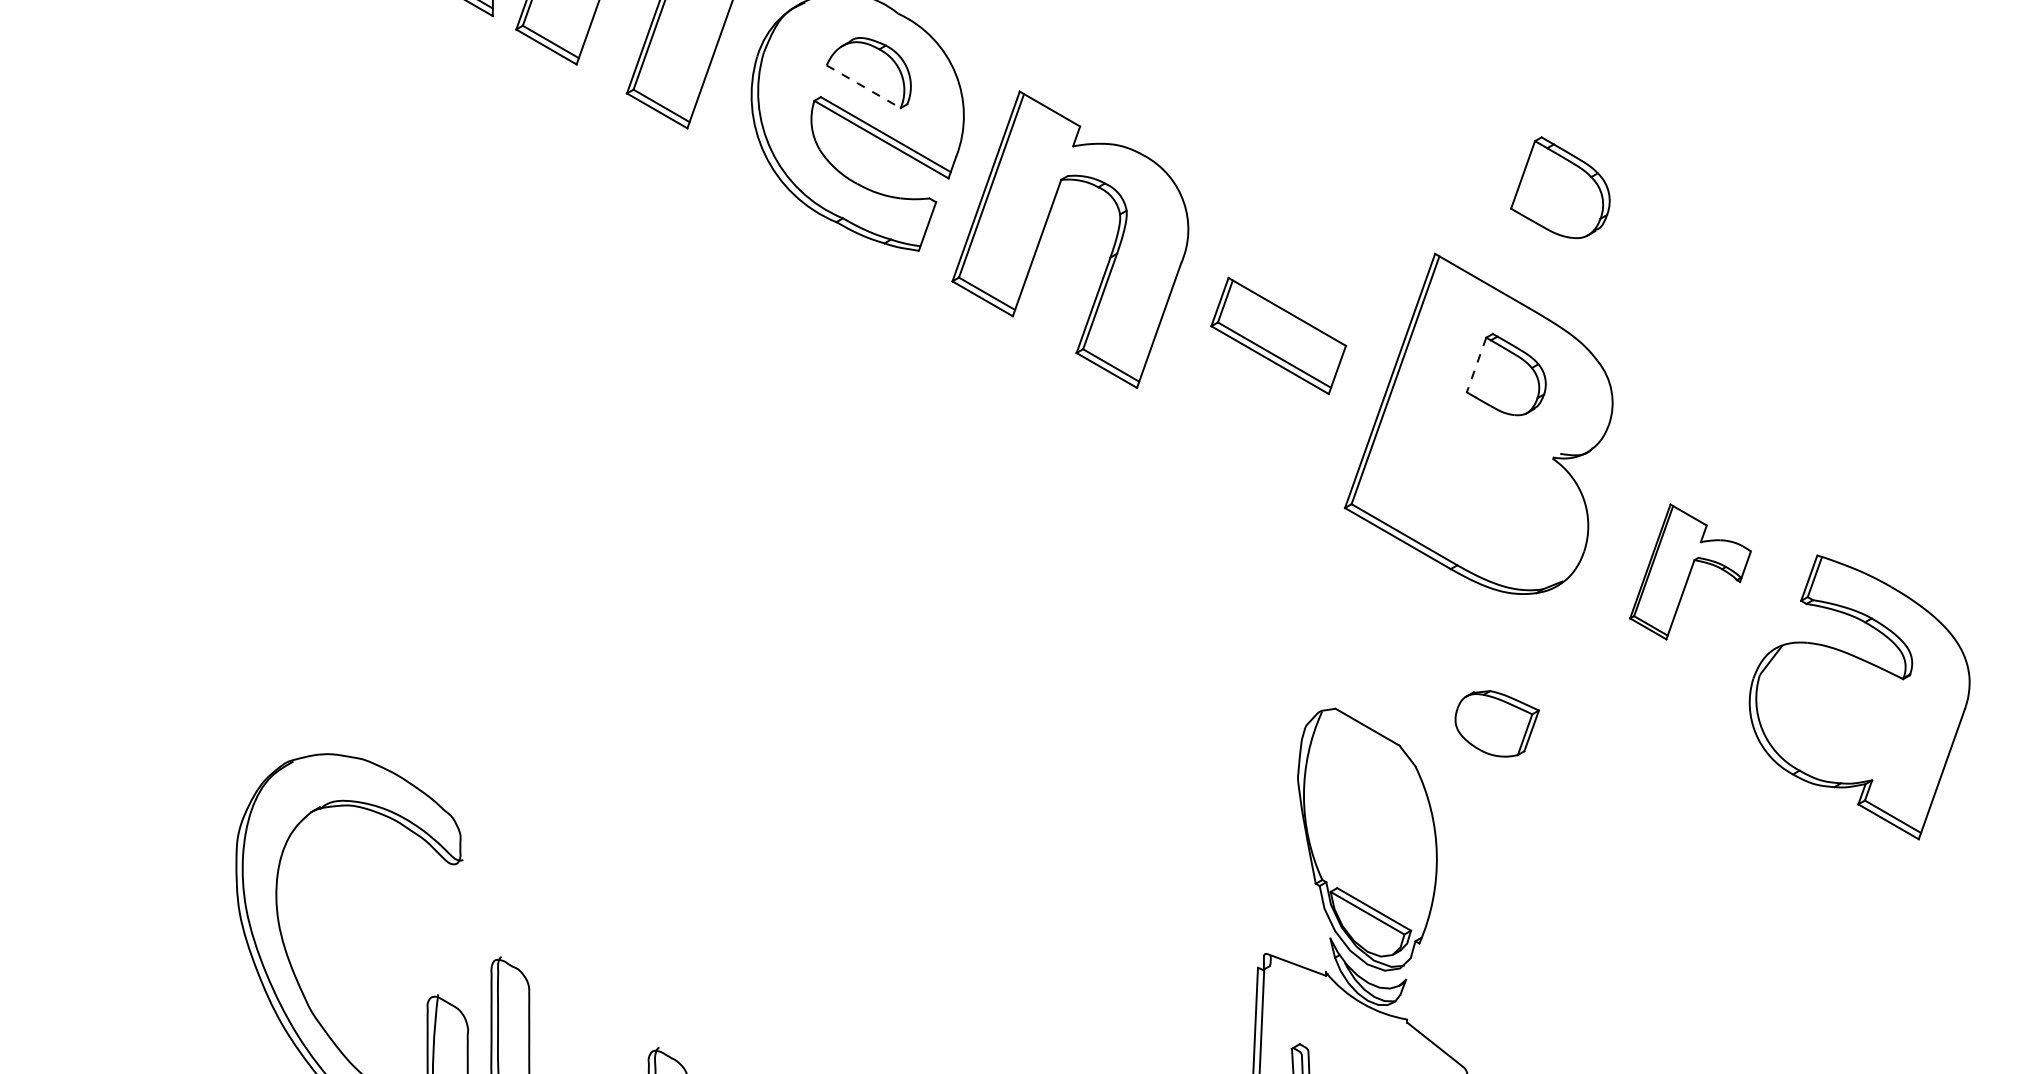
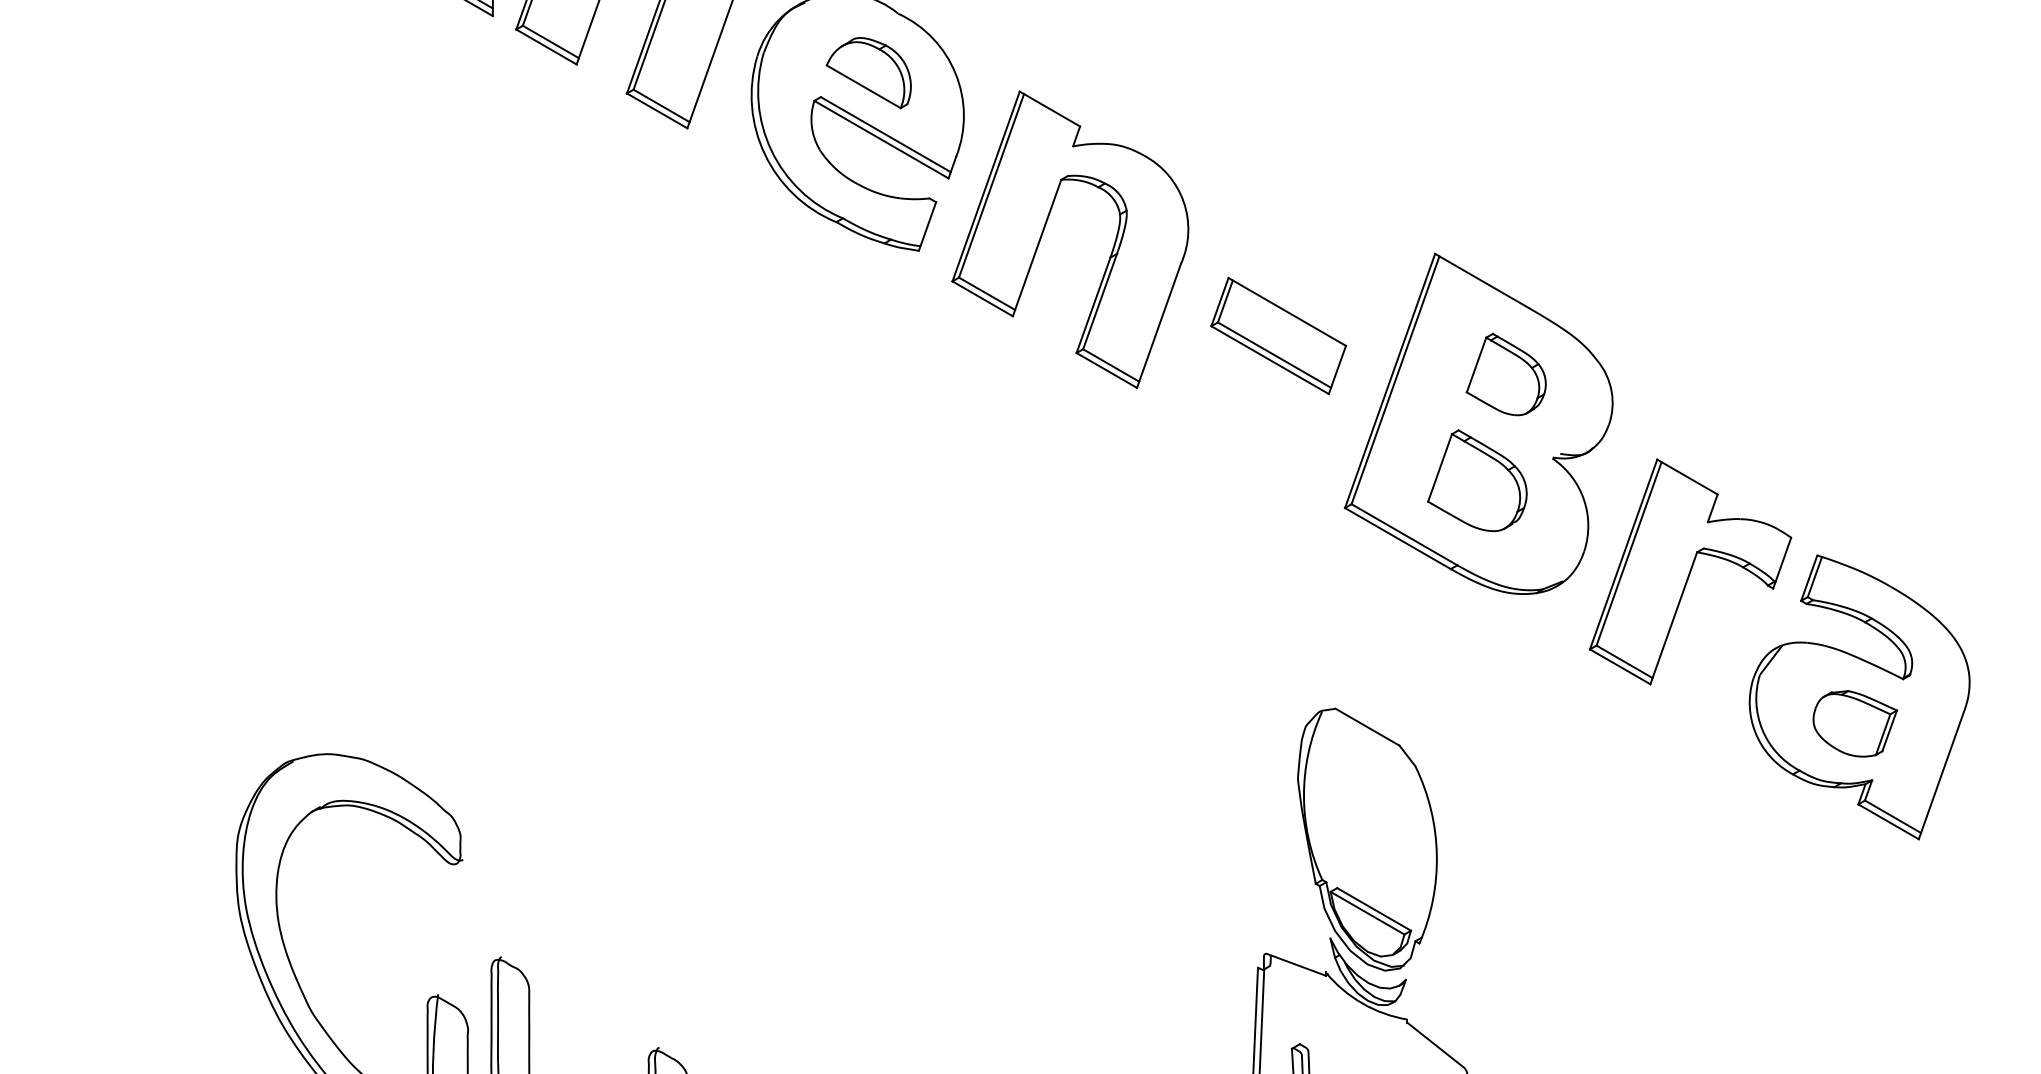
line at (863, 86): dashed -> solid
part at (1560, 187) position: (1560, 187) -> (1477, 480)
line at (1476, 365): dashed -> solid
part at (1690, 571) size: 123x138 px -> 205x228 px
part at (1496, 723) position: (1496, 723) -> (1854, 723)
